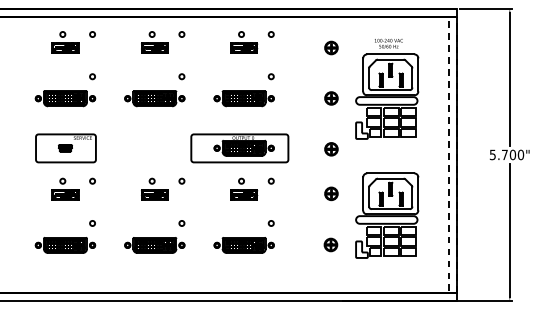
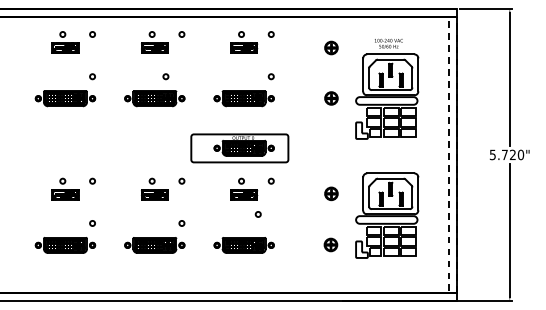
circle at (181, 76) position: (181, 76) -> (165, 76)
part at (65, 148): present -> none
part at (331, 149): present -> none
text at (512, 154): 5.700" -> 5.720"
circle at (270, 223) position: (270, 223) -> (257, 214)
